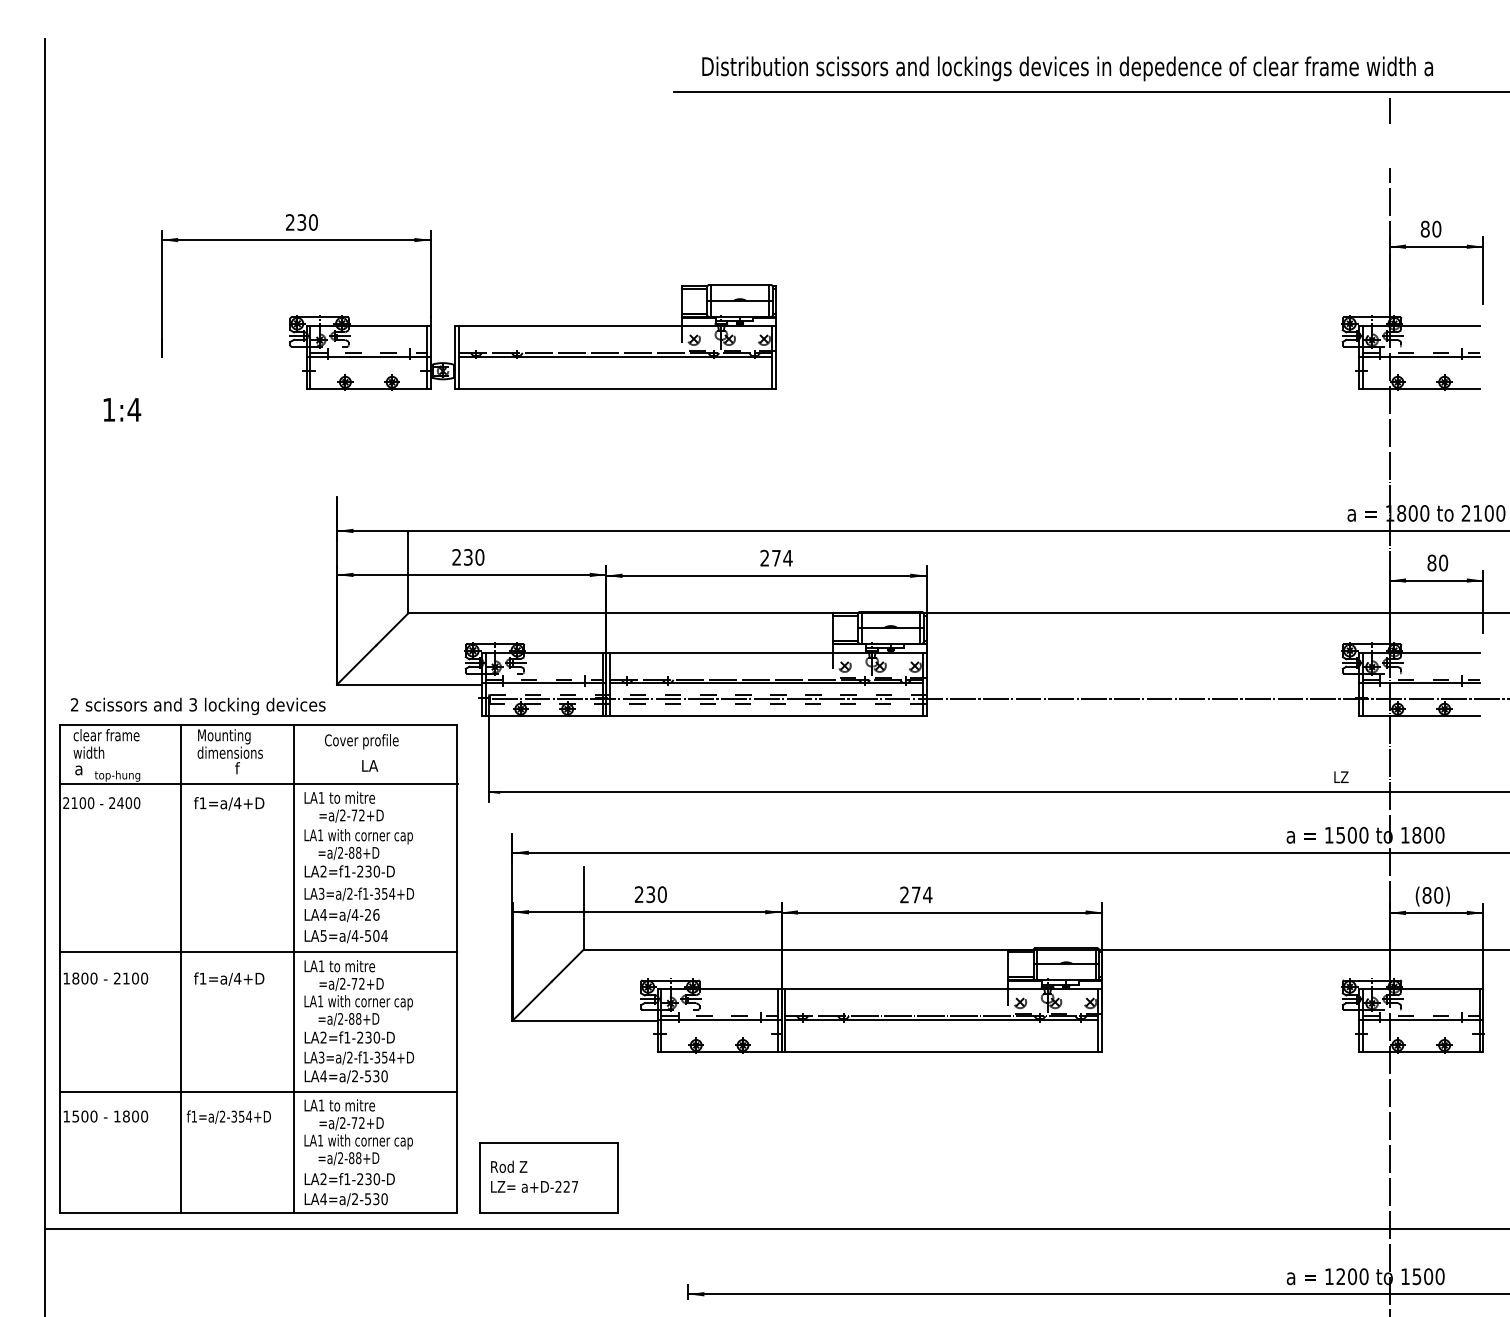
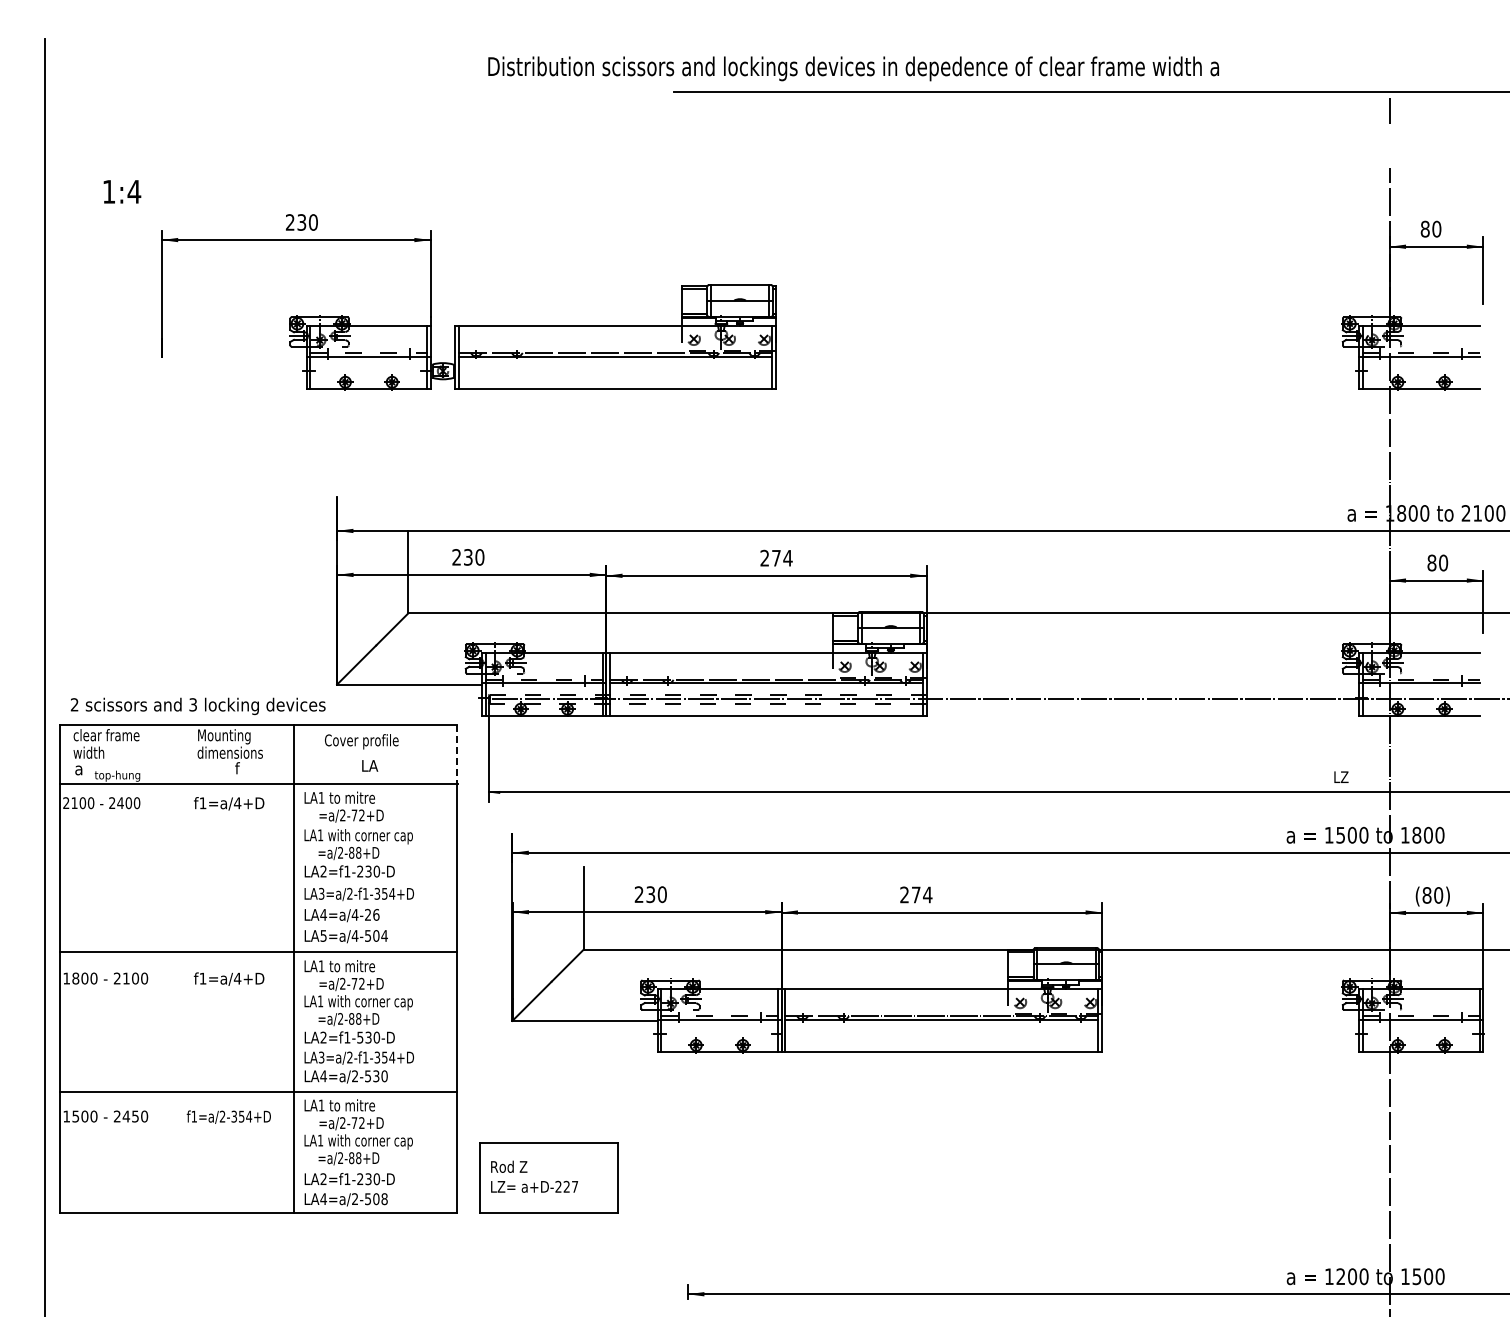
text at (1067, 68) position: (1067, 68) -> (853, 68)
text at (122, 409) position: (122, 409) -> (122, 191)
line at (457, 755): solid -> dashed
line at (180, 969): present -> none
text at (360, 1037): LA2=f1-230-D -> LA2=f1-530-D
text at (126, 1116): 1800 -> 2450
text at (380, 1199): LA4=a/2-530 -> LA4=a/2-508
line at (775, 1229): present -> none
